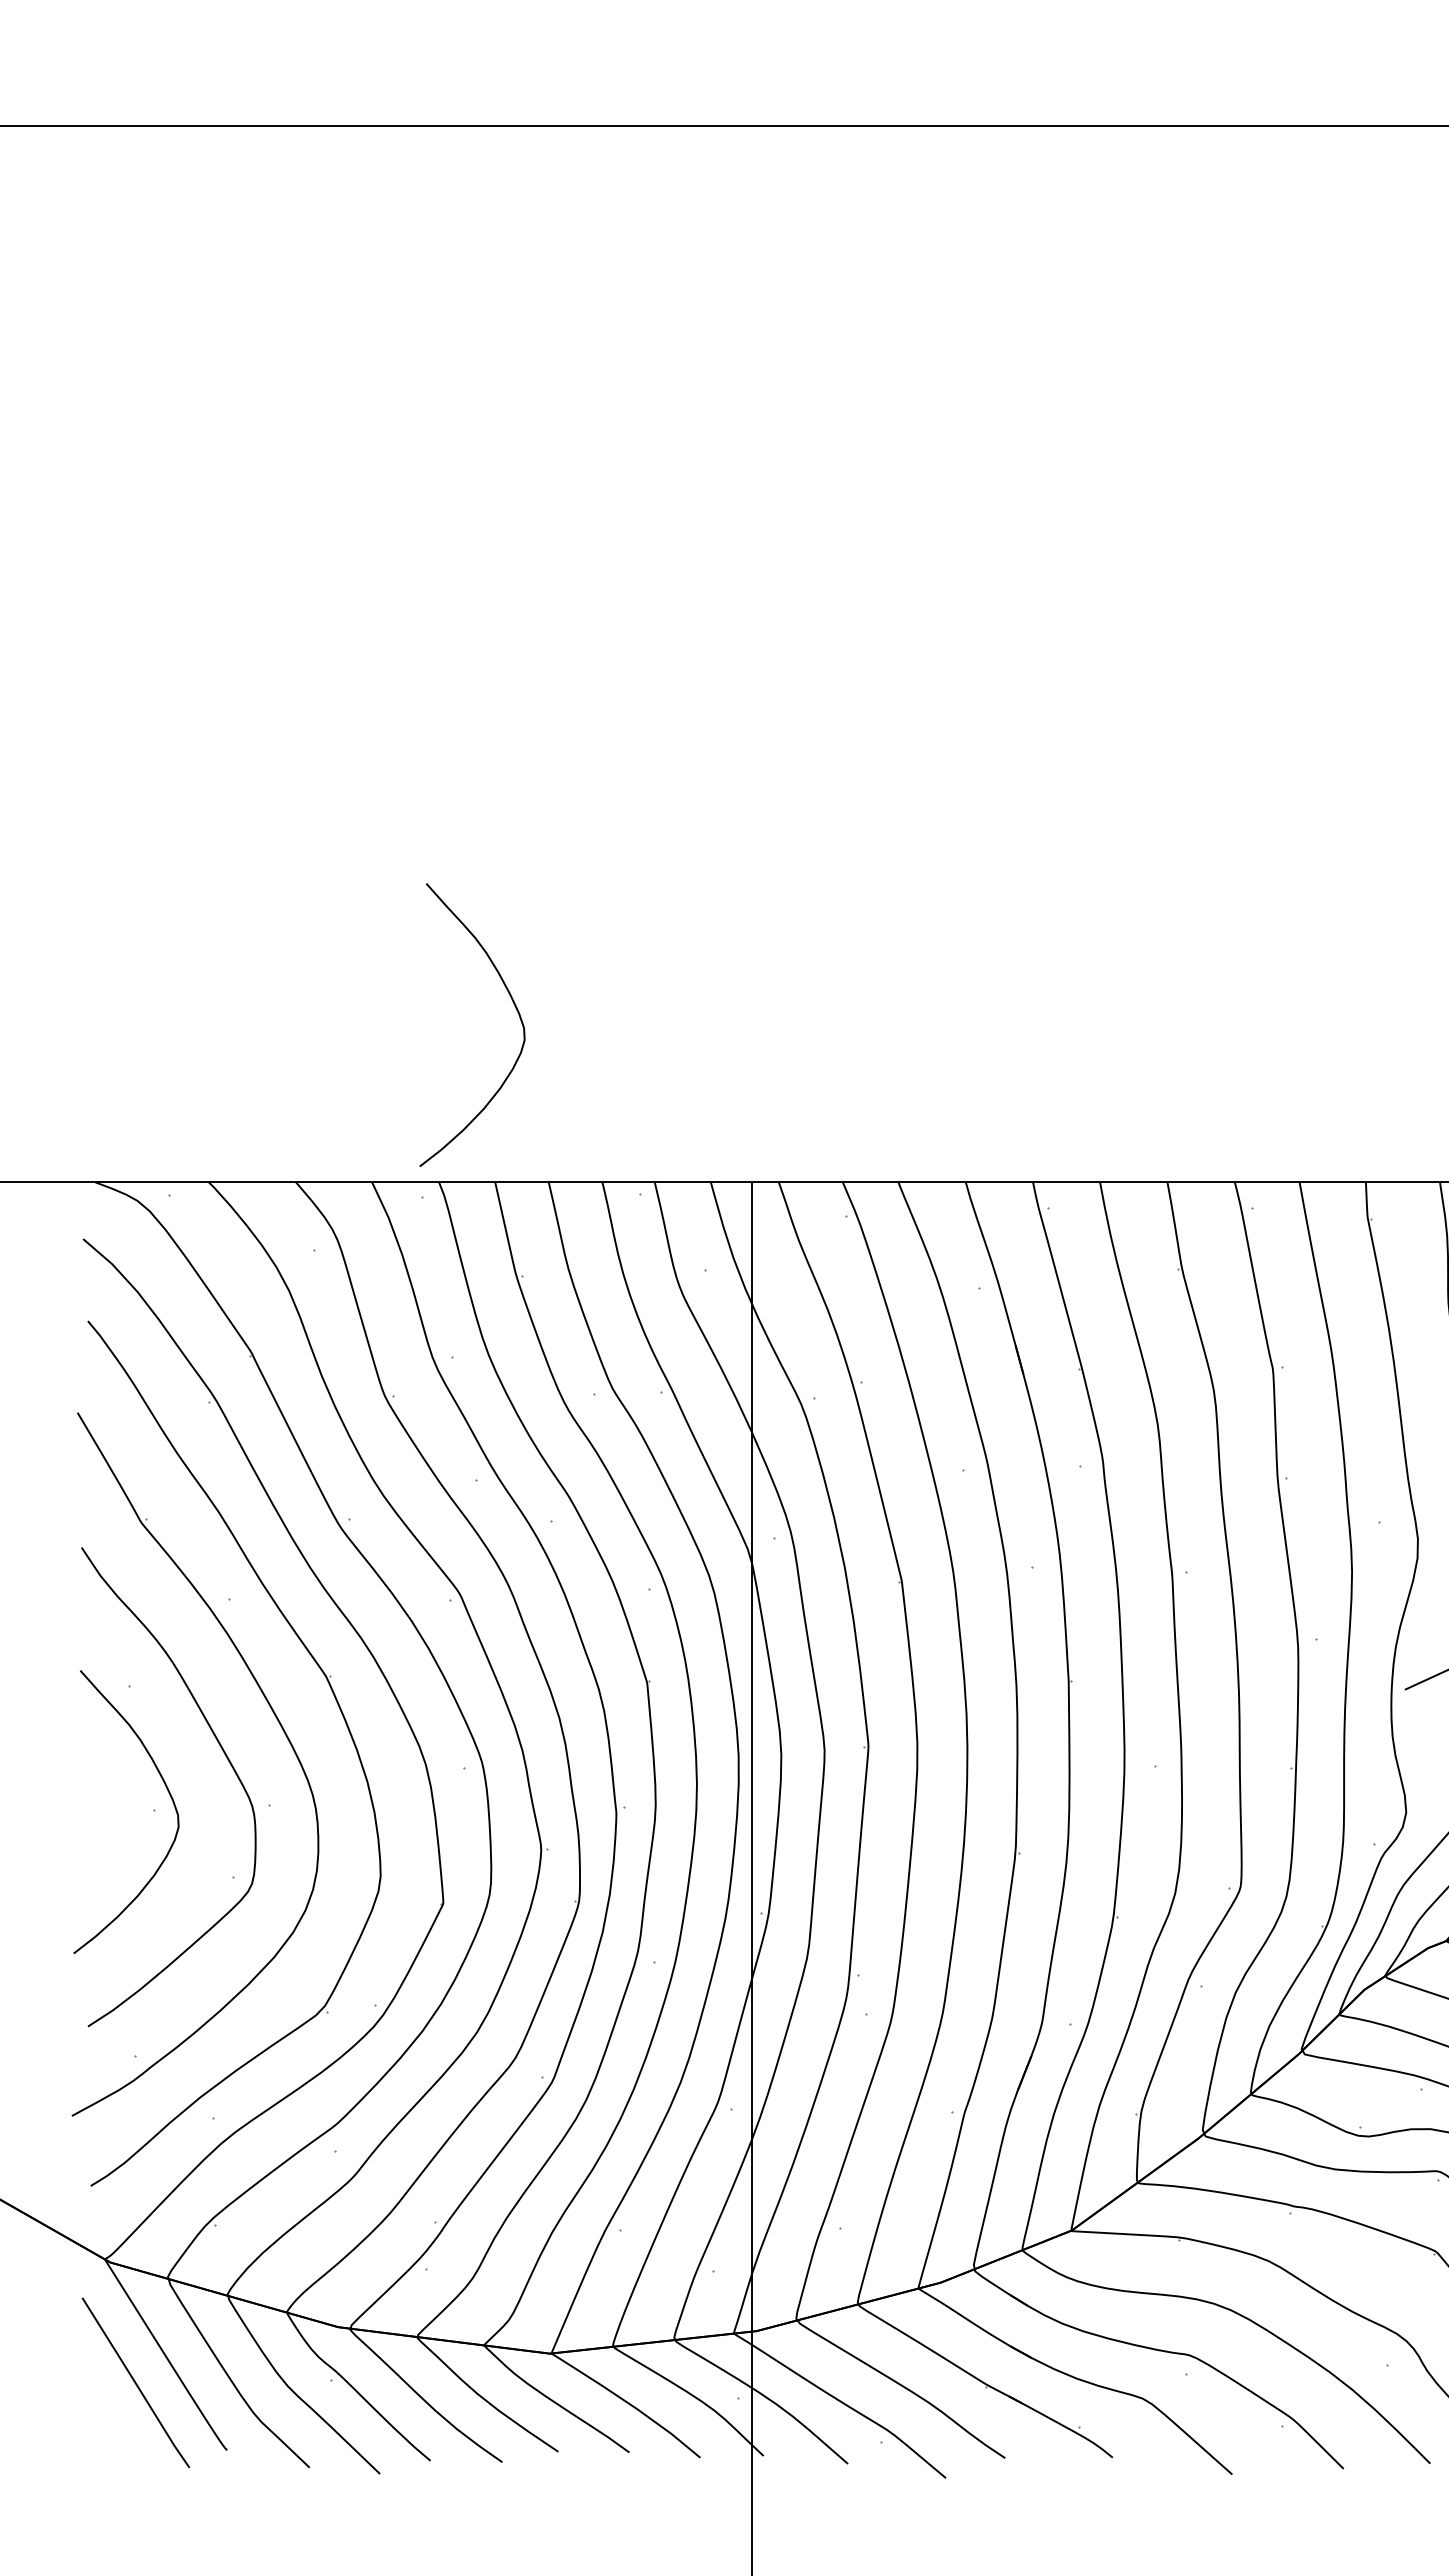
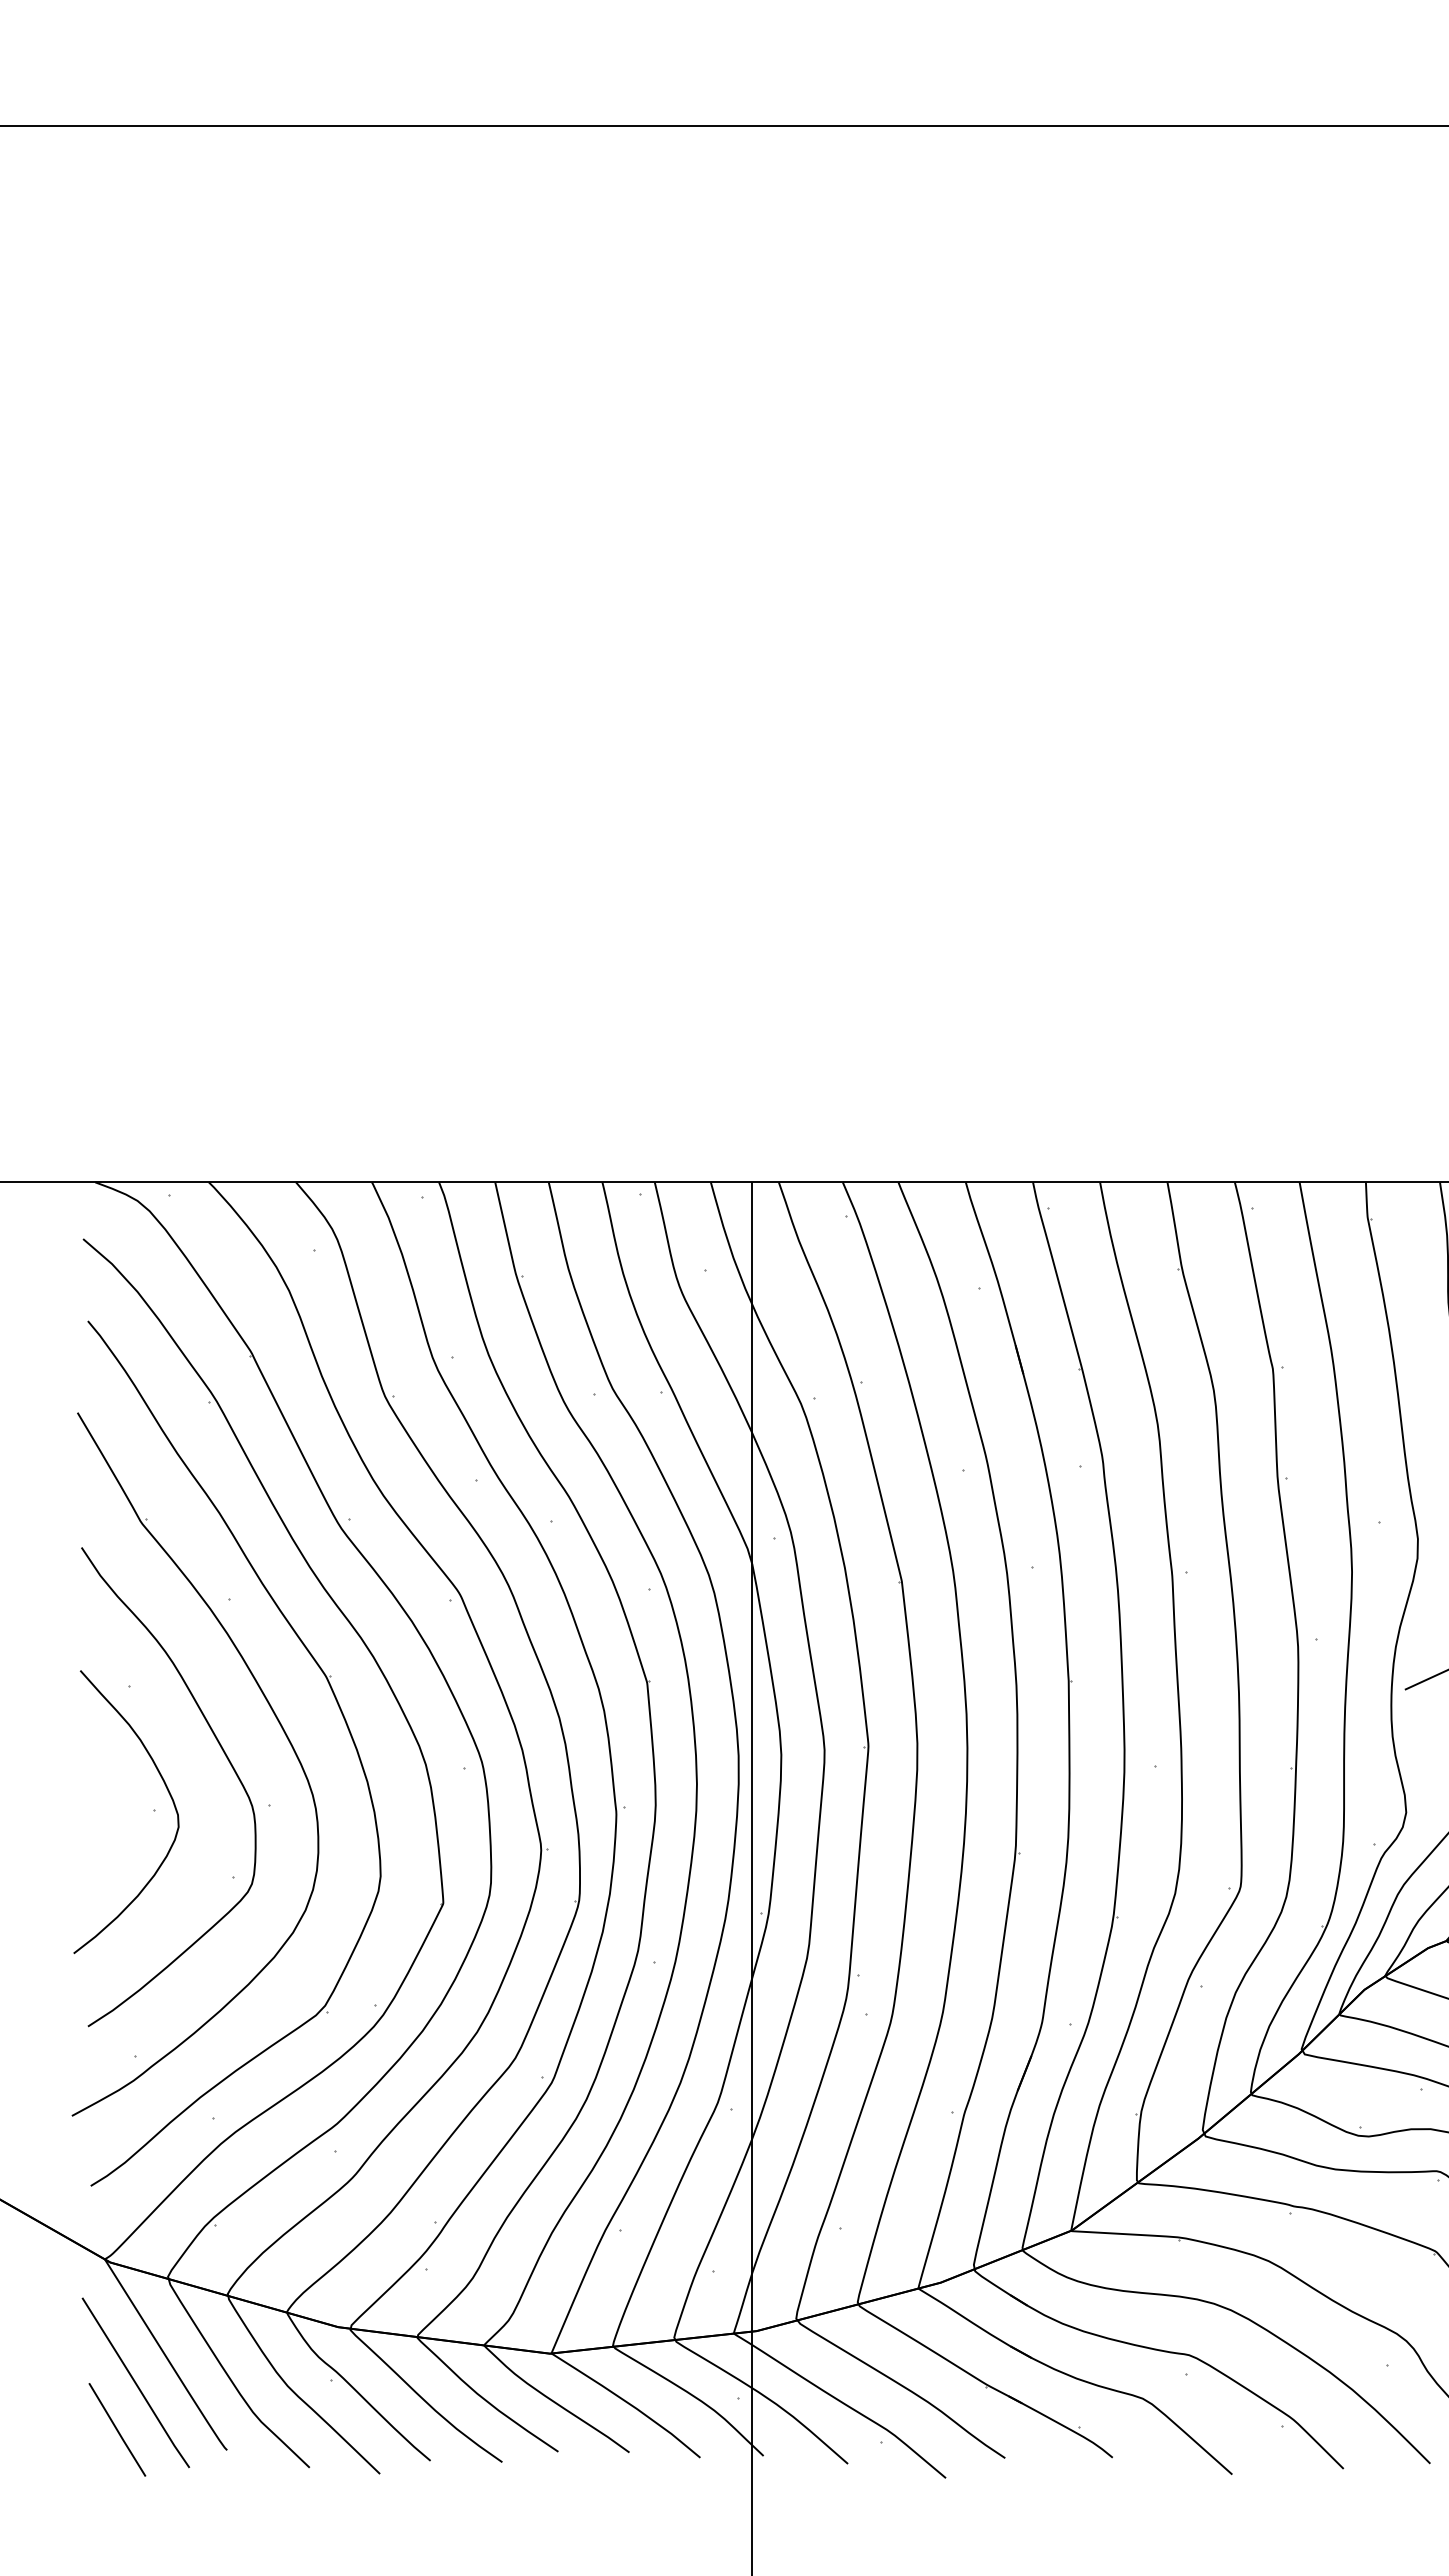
curve at (513, 1004): present -> none
line at (117, 2429): none -> present
